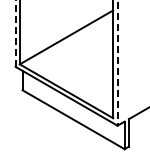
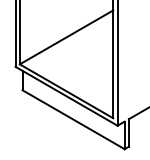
line at (15, 33): dashed -> solid
line at (117, 63): dashed -> solid
